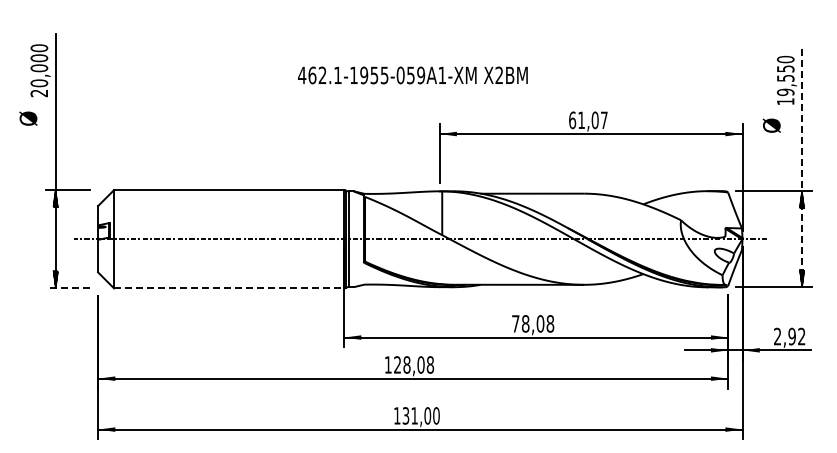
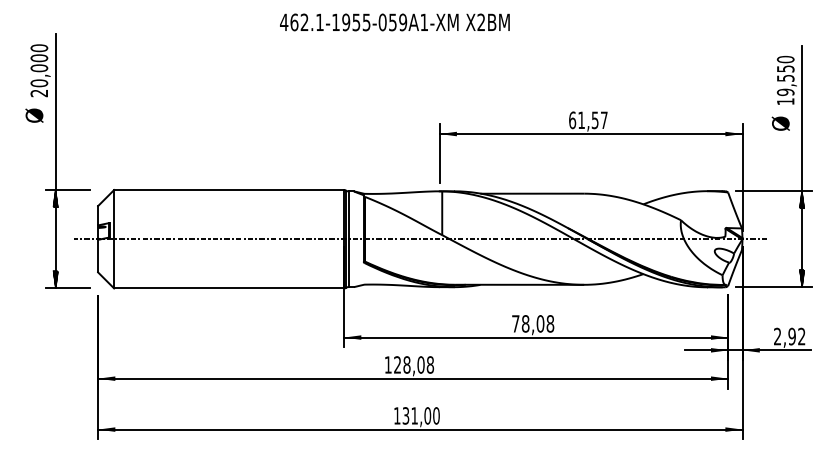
text at (412, 75) position: (412, 75) -> (394, 22)
text at (28, 118) position: (28, 118) -> (34, 115)
text at (594, 120): 61,07 -> 61,57
text at (771, 125) position: (771, 125) -> (780, 123)
line at (802, 166): dashed -> solid
line at (67, 288): dashed -> solid
line at (229, 288): dashed -> solid
